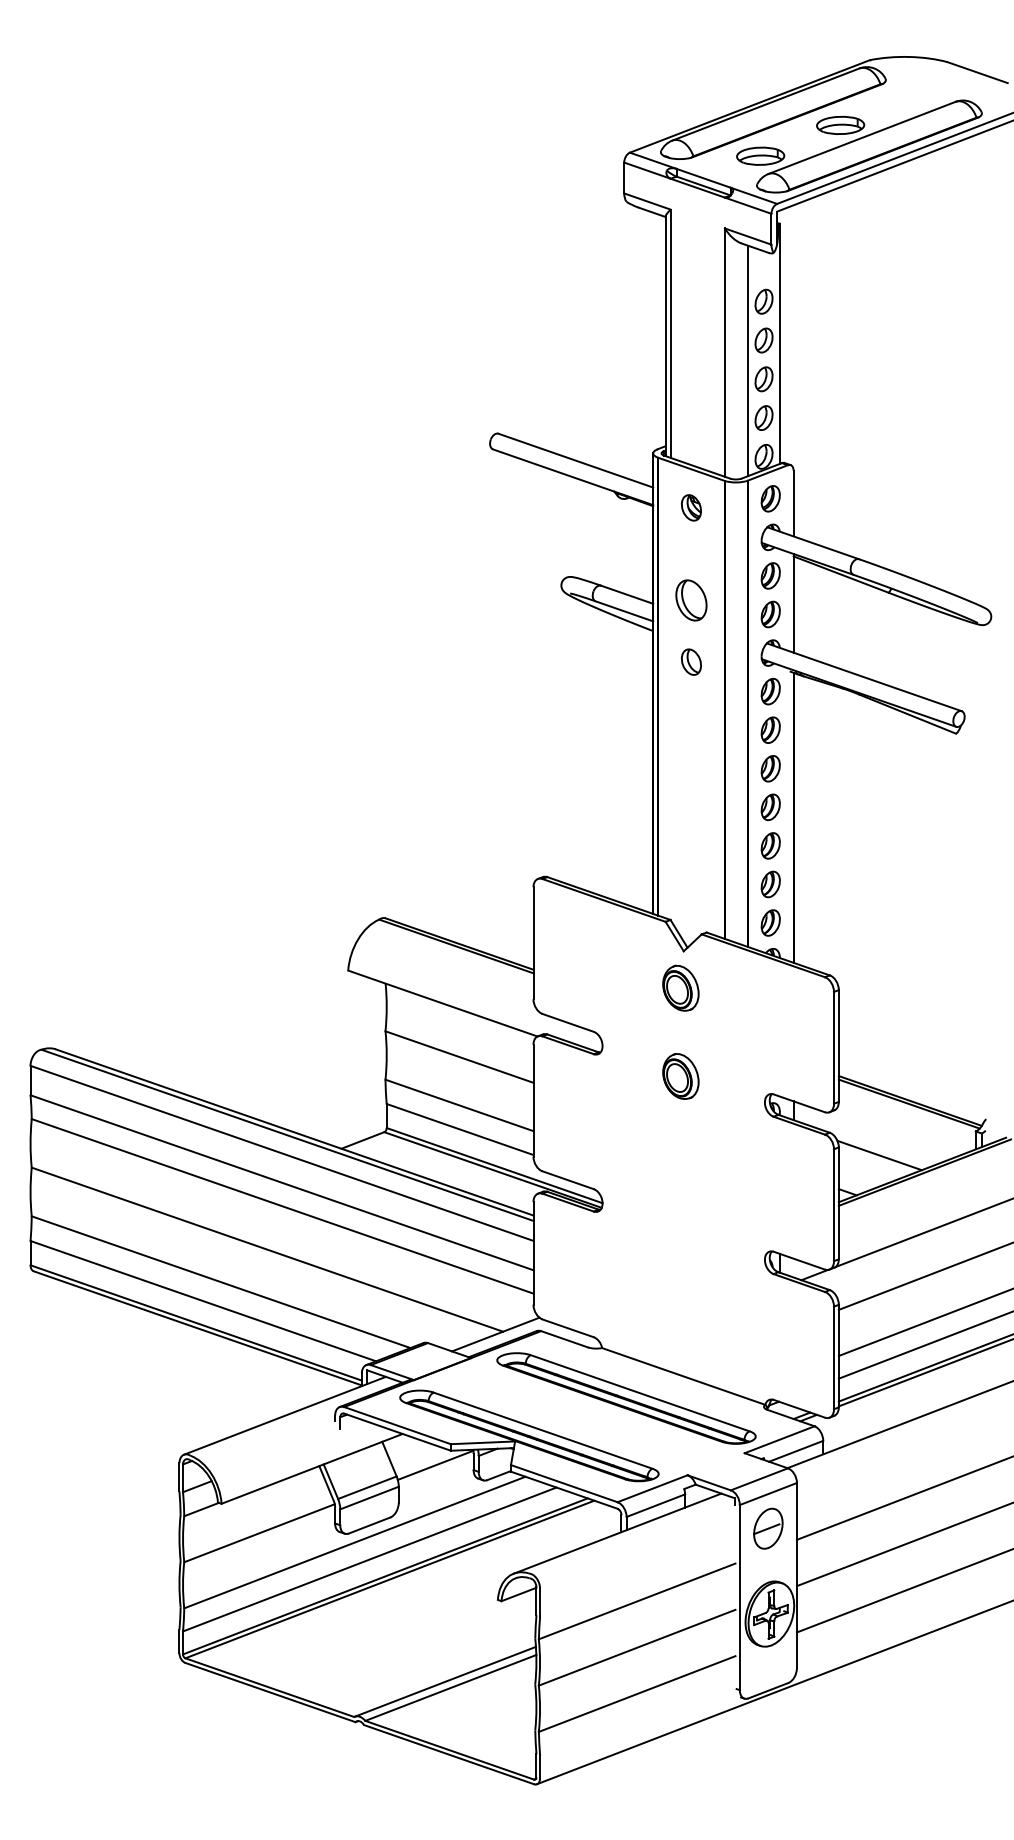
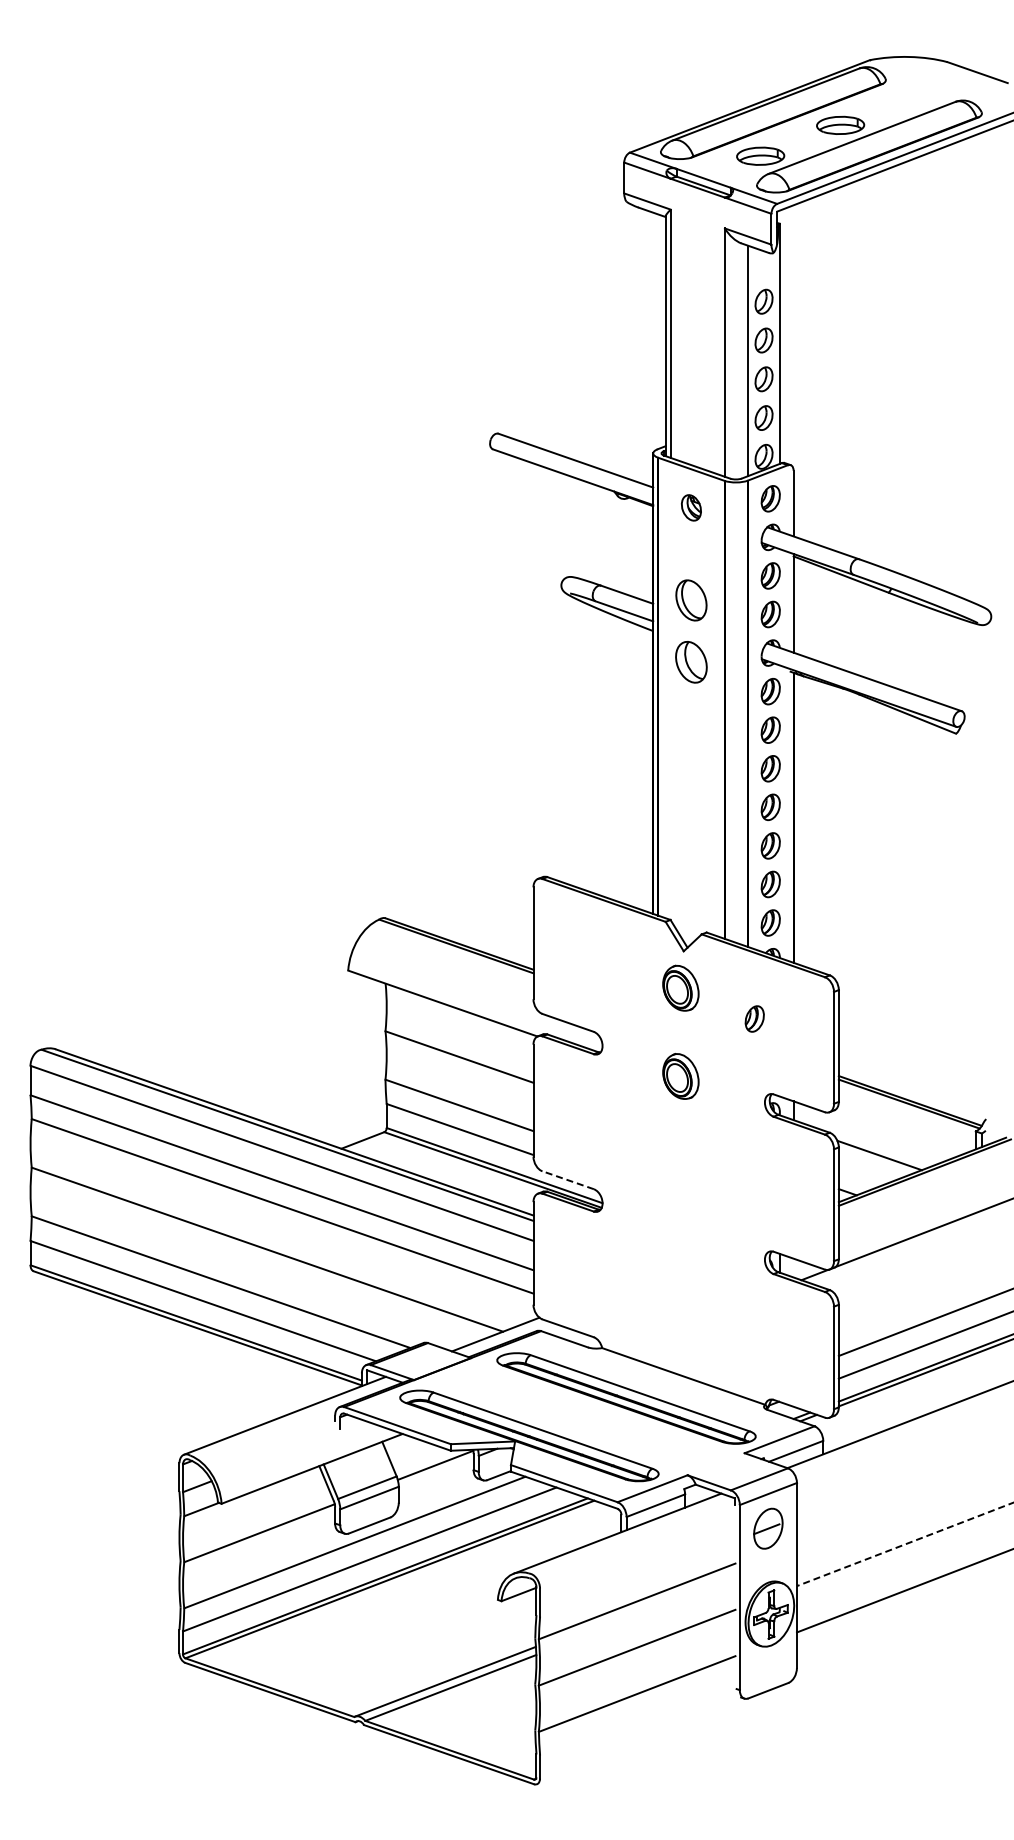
part at (691, 661) size: 21x28 px -> 33x43 px
part at (754, 1018): none -> present
line at (567, 1180): solid -> dashed
line at (924, 1276): present -> none
line at (903, 1498): present -> none
line at (905, 1544): solid -> dashed
line at (773, 1692): present -> none
